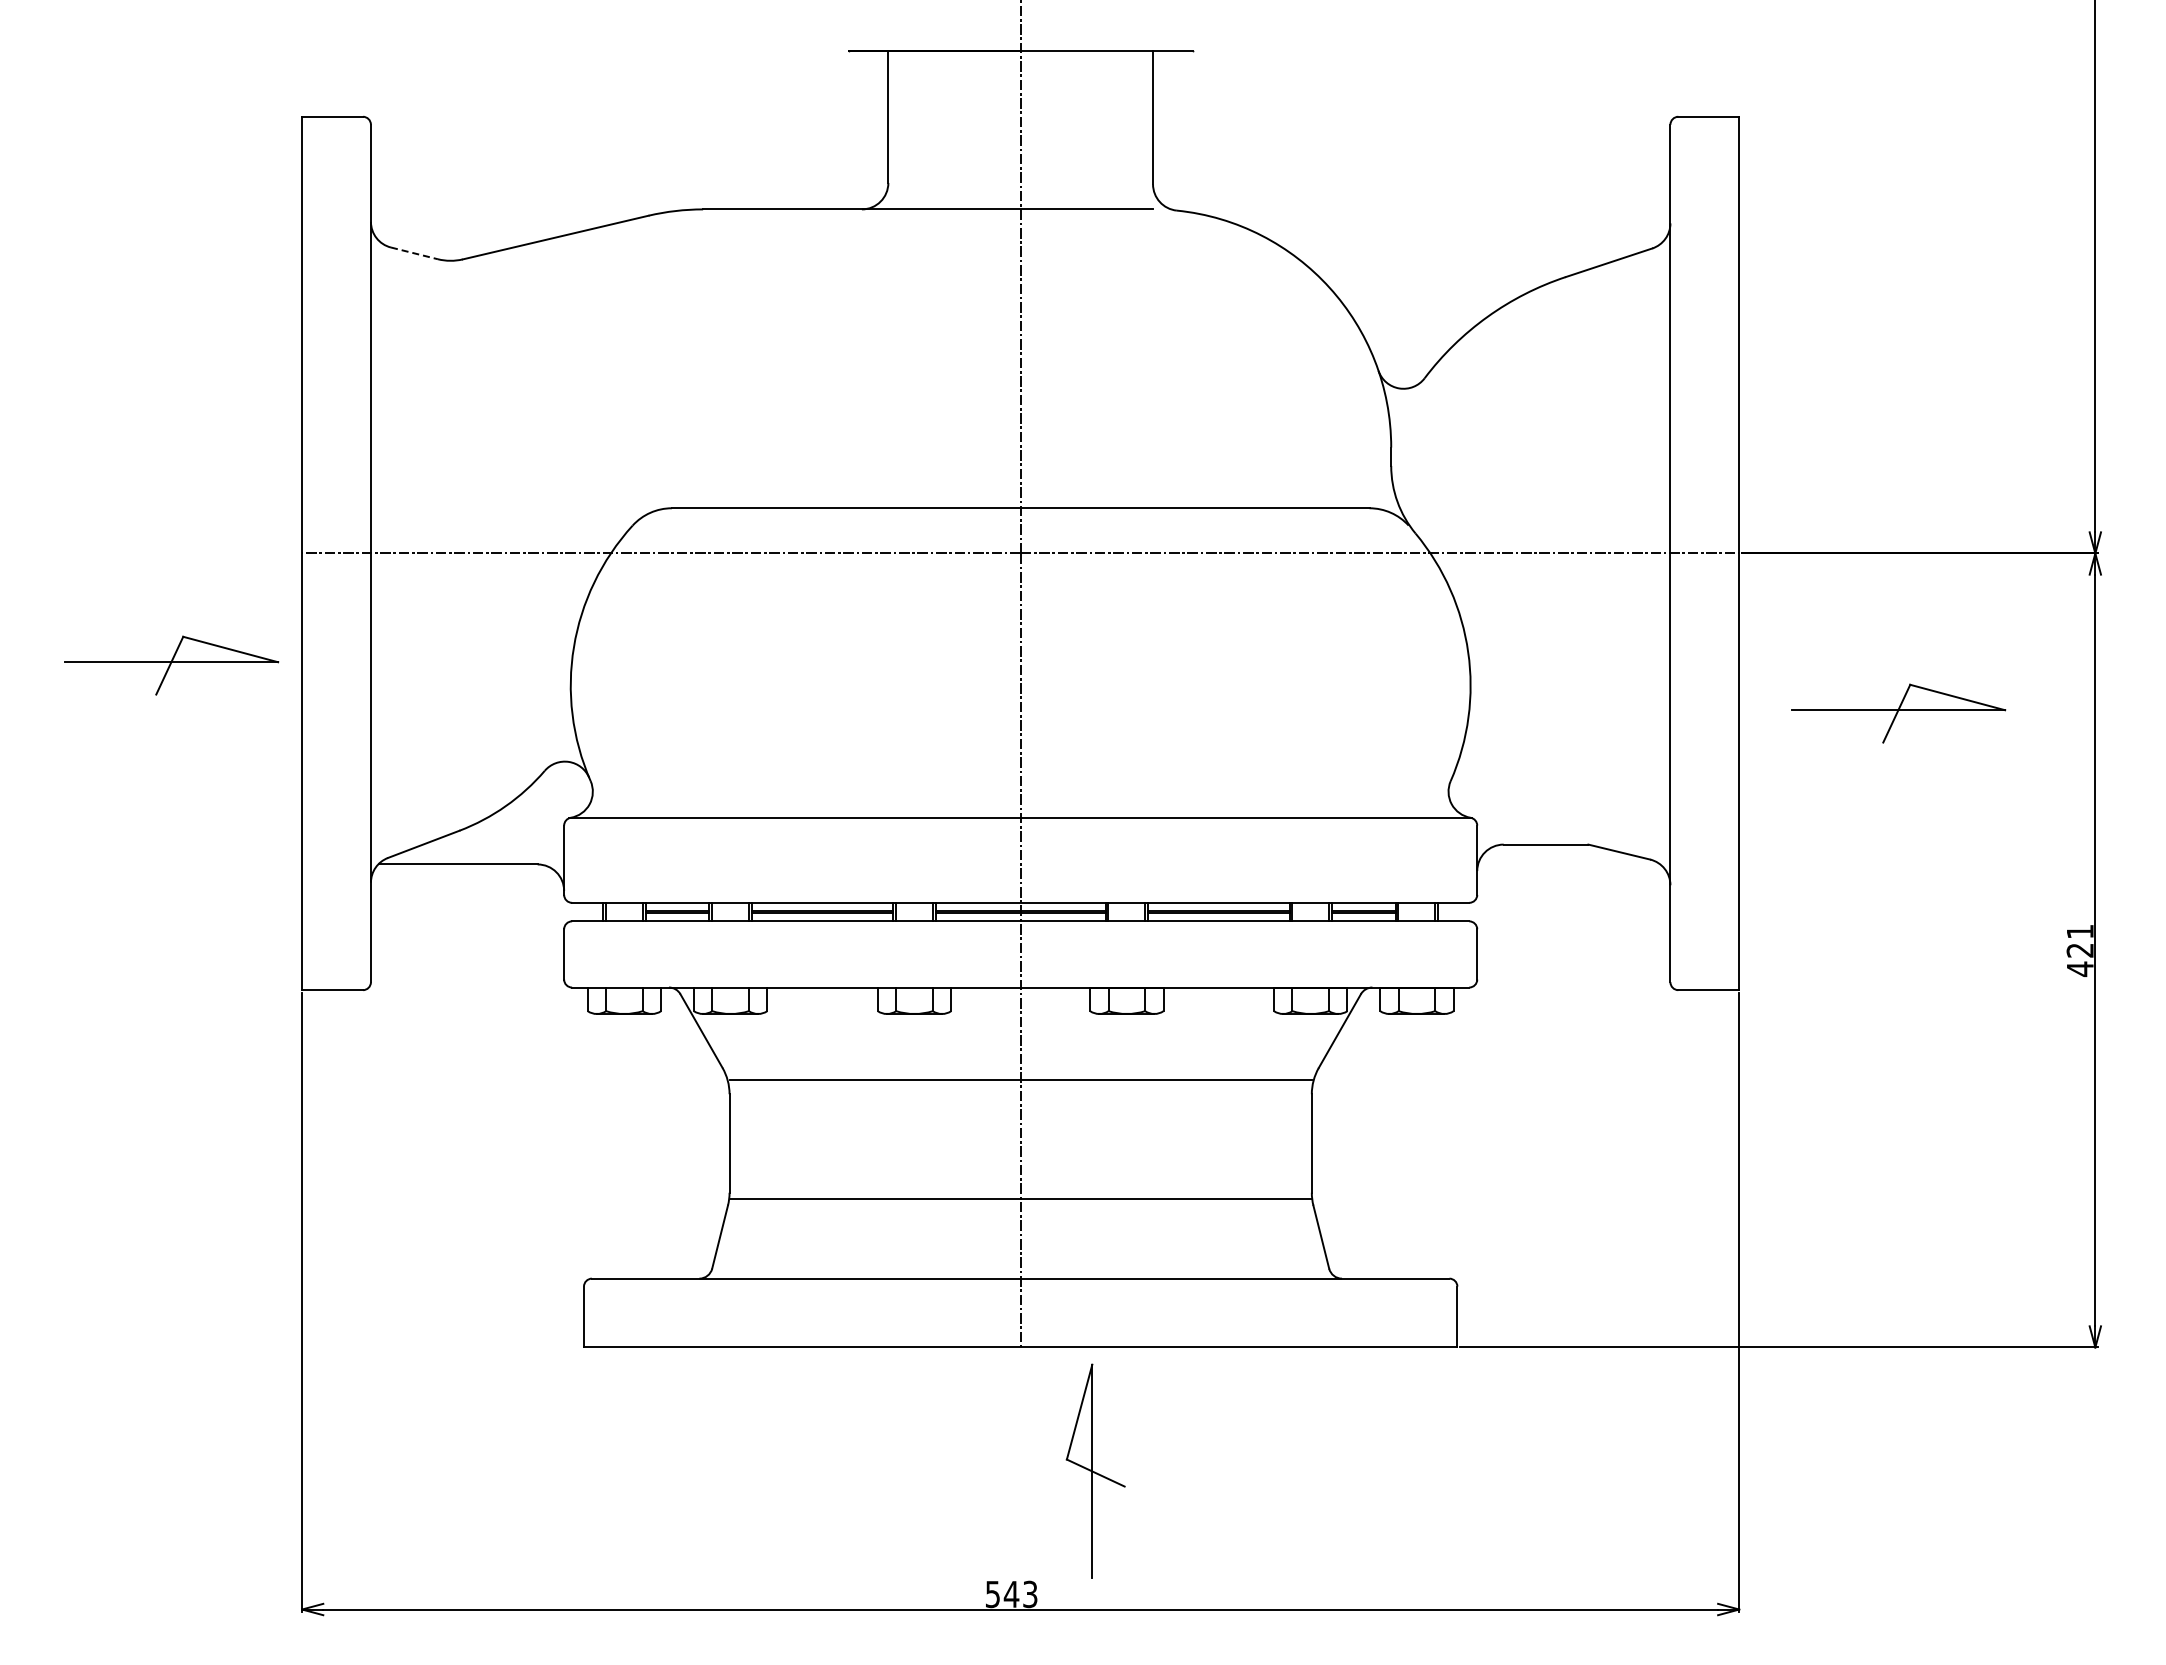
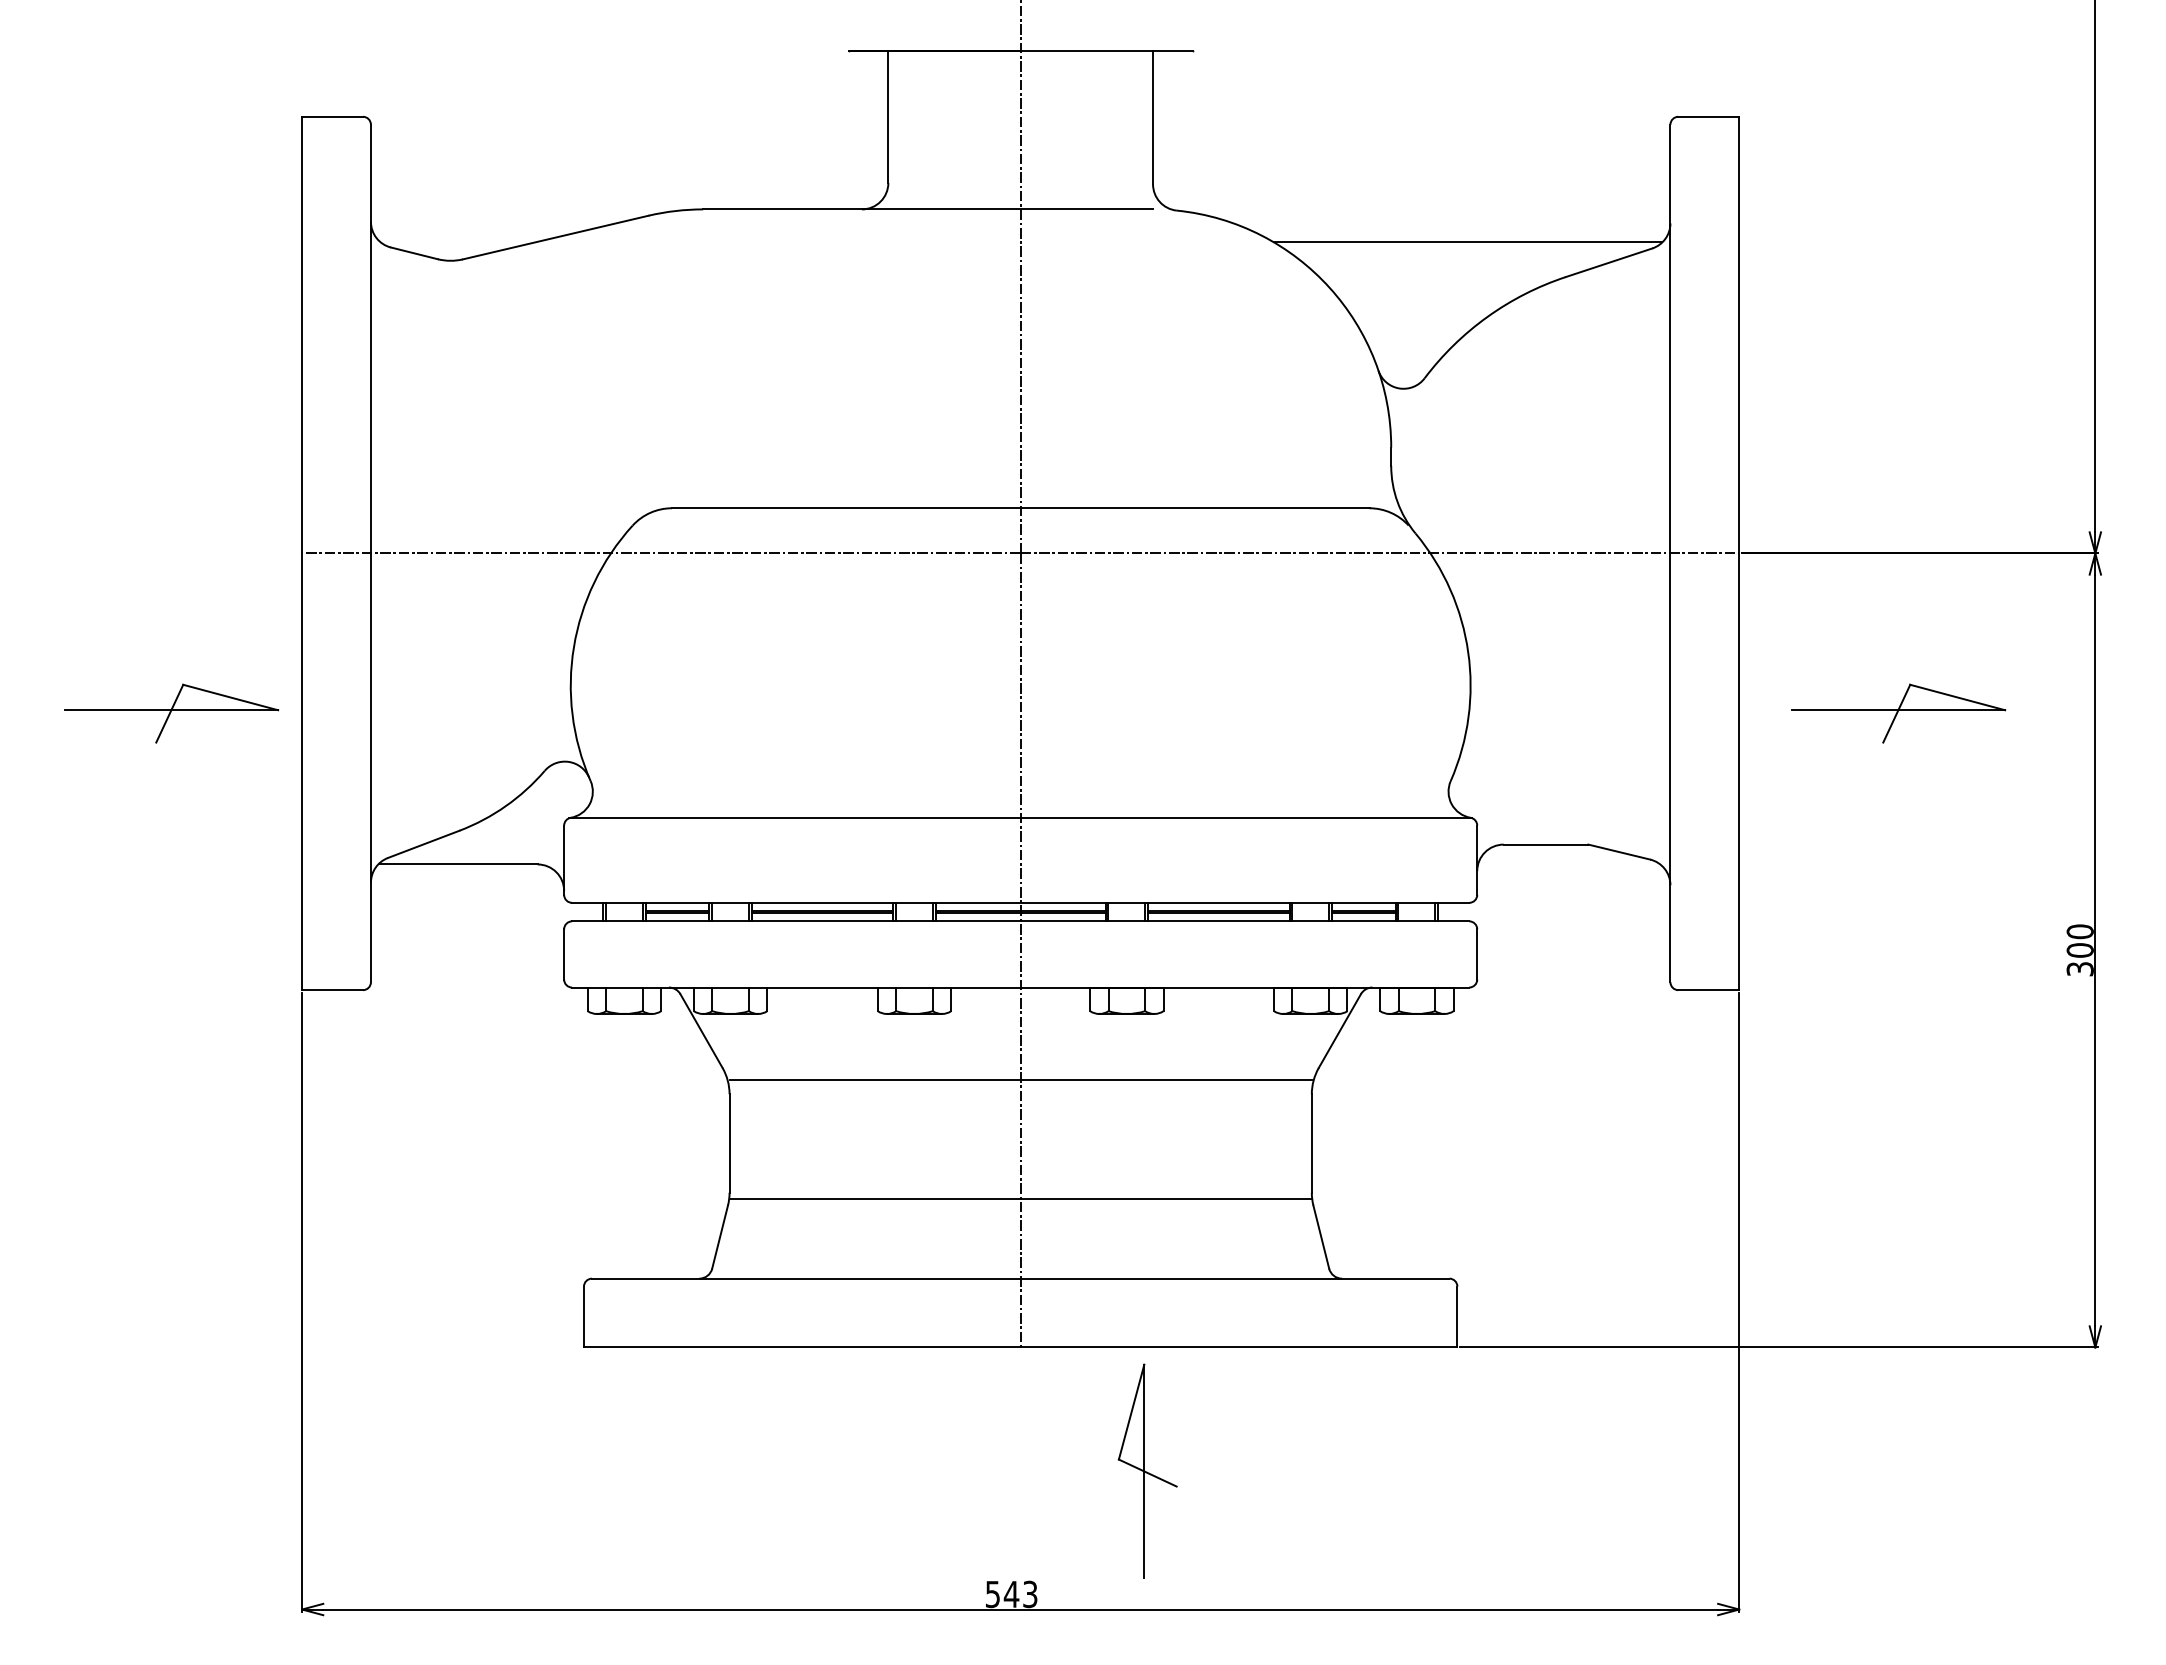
line at (1468, 242): none -> present
line at (414, 253): dashed -> solid
part at (171, 665) position: (171, 665) -> (171, 713)
text at (2079, 950): 421 -> 300
part at (1095, 1470) position: (1095, 1470) -> (1147, 1470)
